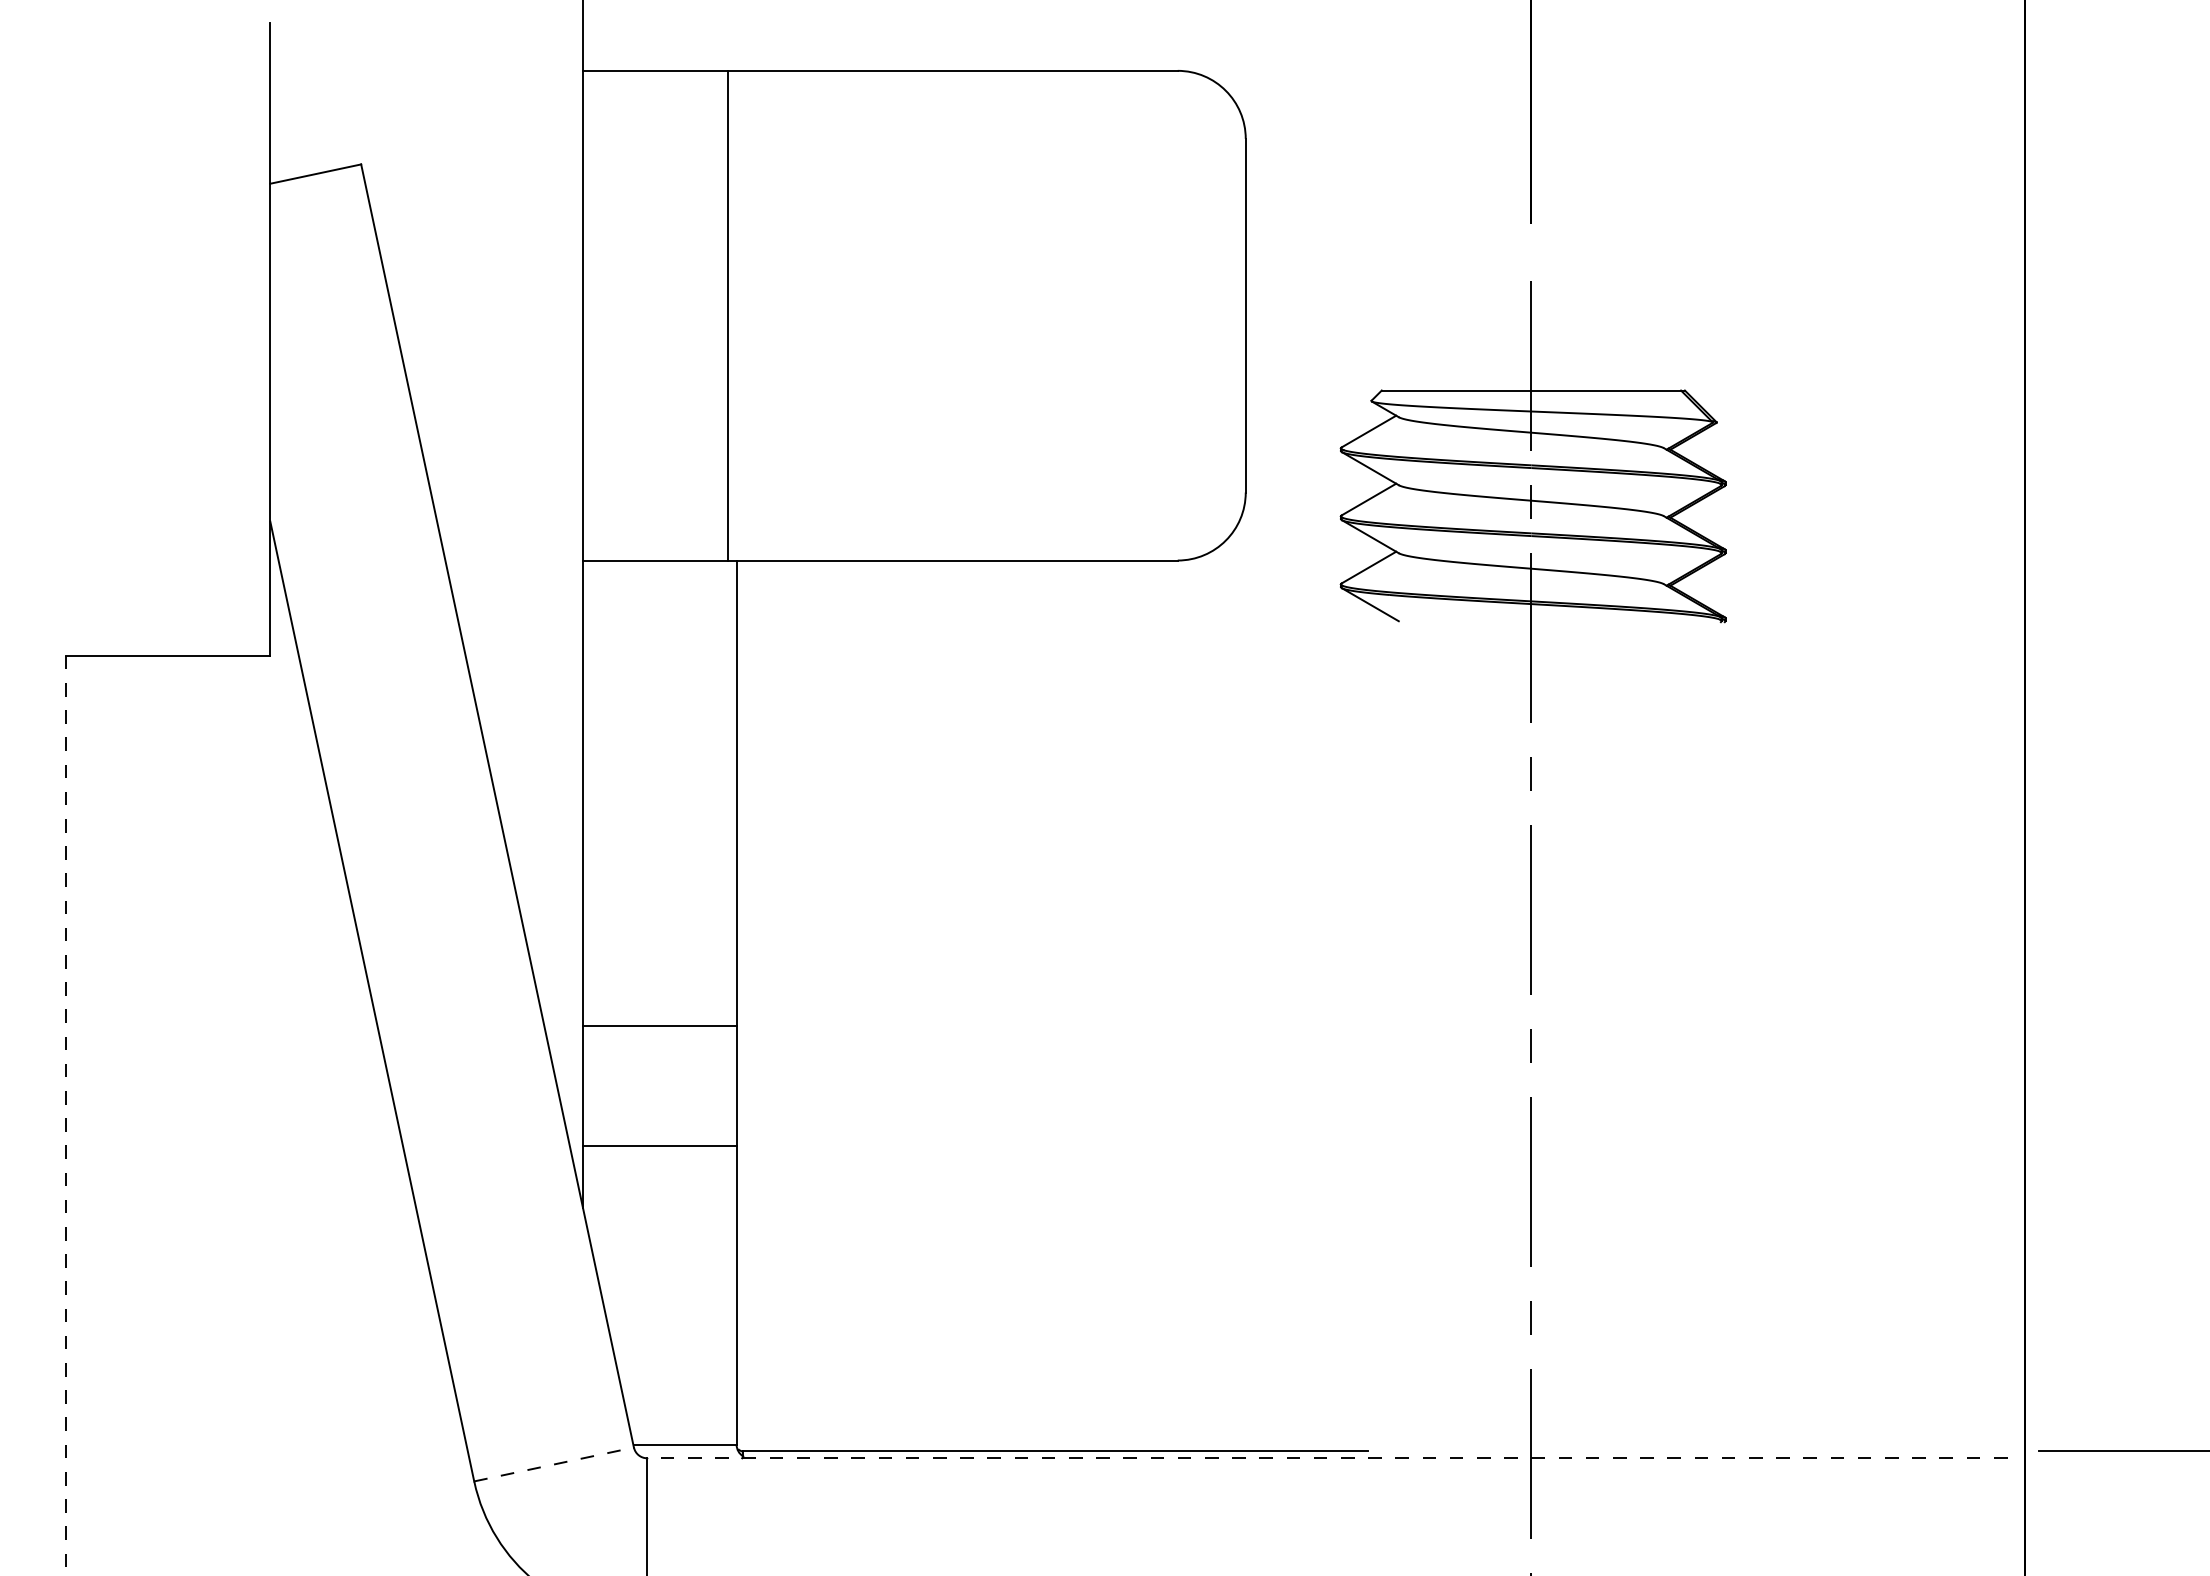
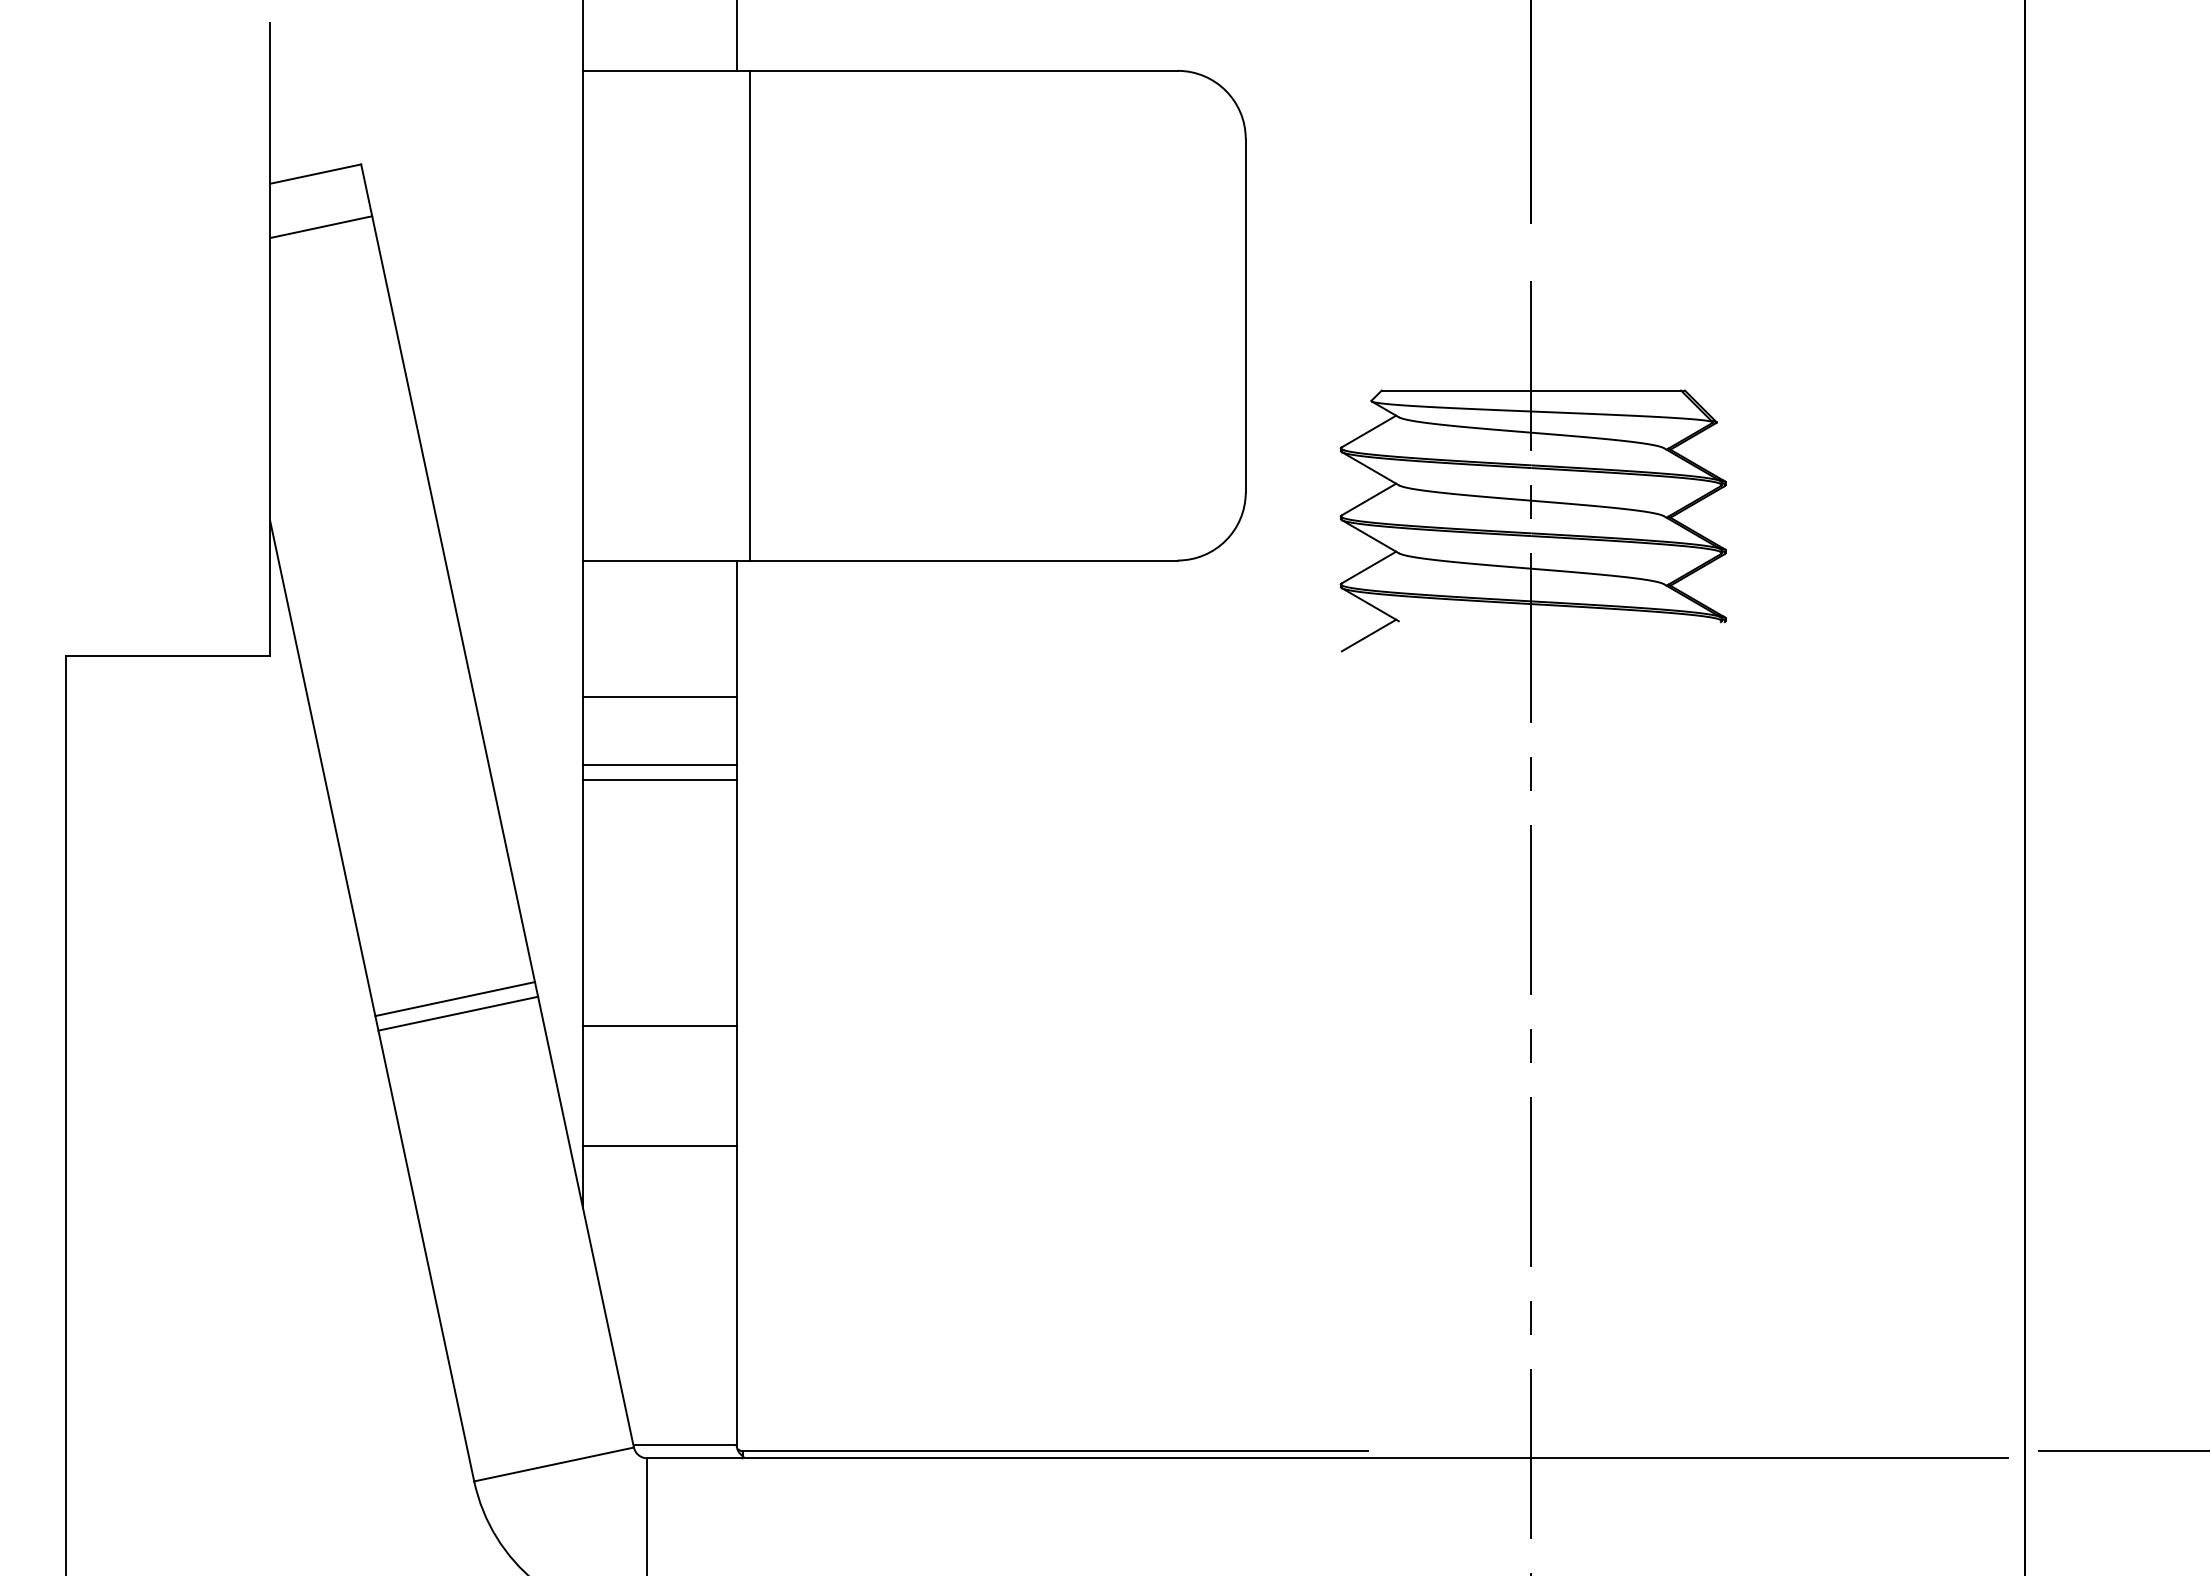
line at (736, 36): none -> present
line at (321, 227): none -> present
line at (728, 315) position: (728, 315) -> (750, 315)
line at (1368, 635): none -> present
line at (659, 696): none -> present
line at (659, 764): none -> present
line at (659, 780): none -> present
line at (455, 999): none -> present
line at (458, 1013): none -> present
line at (66, 1115): dashed -> solid
line at (1326, 1458): dashed -> solid
line at (554, 1464): dashed -> solid
